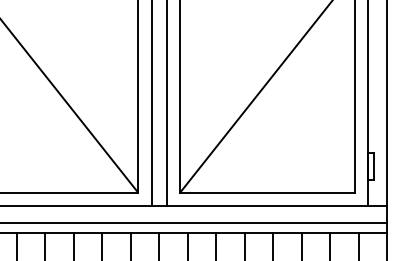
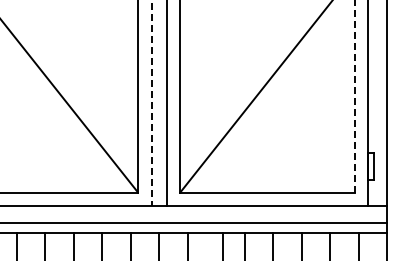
line at (354, 96): solid -> dashed
line at (151, 103): solid -> dashed
line at (216, 244) position: (216, 244) -> (223, 244)
